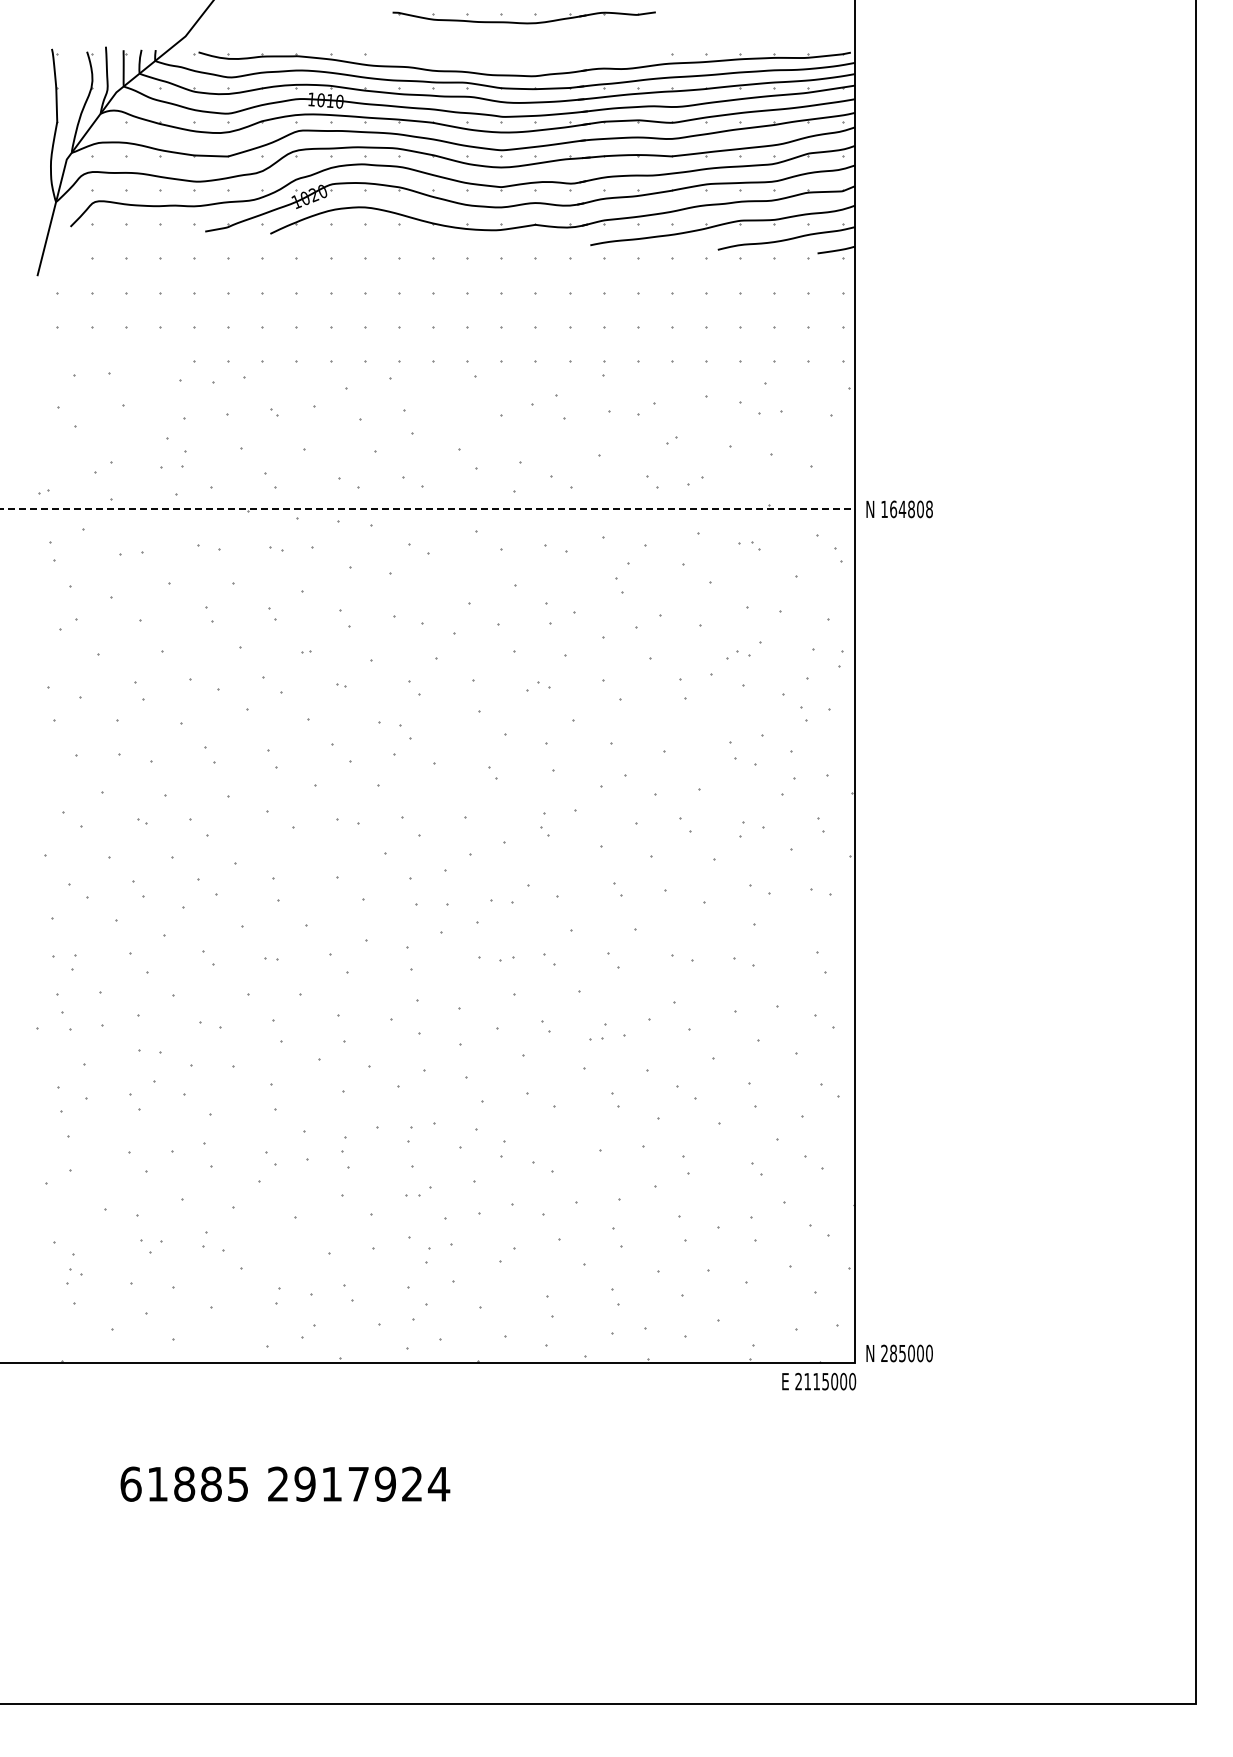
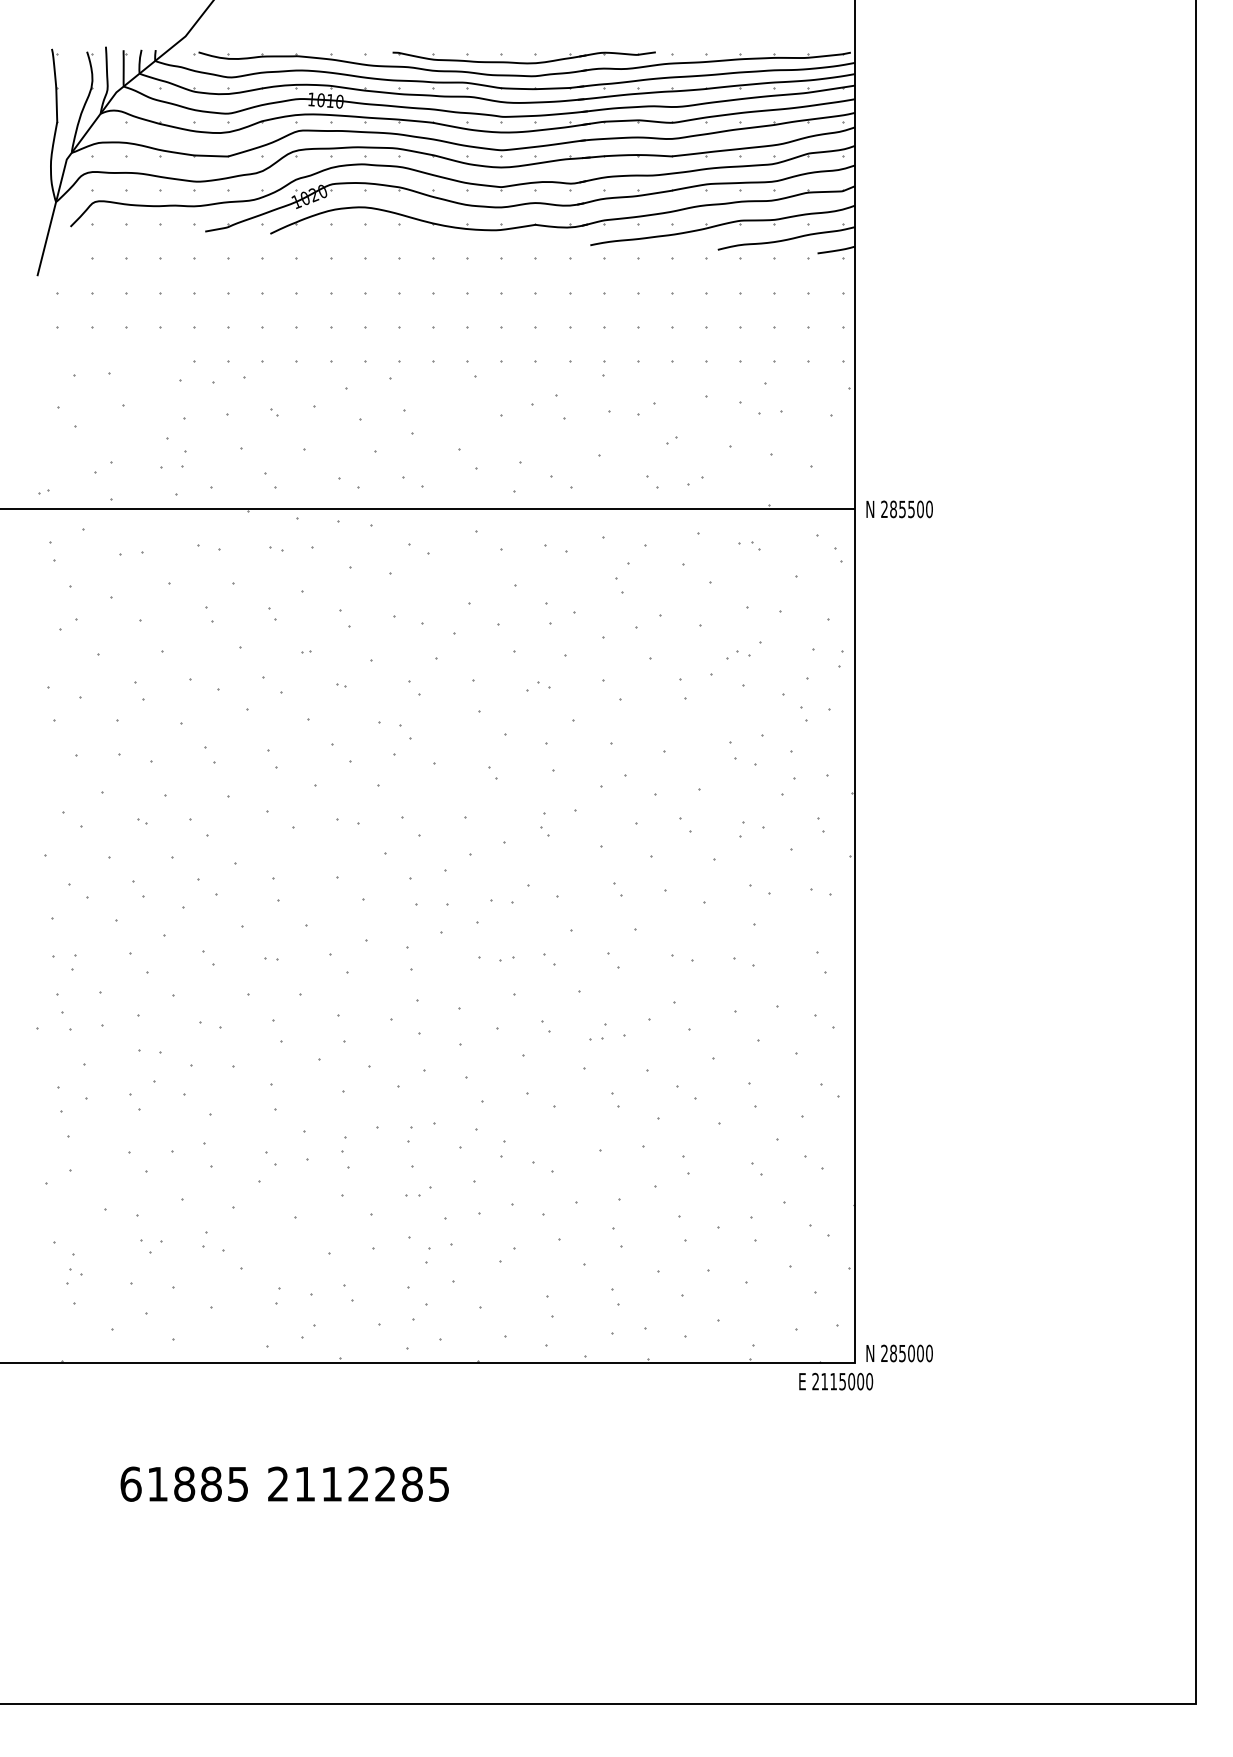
part at (523, 17) position: (523, 17) -> (523, 57)
line at (427, 509): dashed -> solid
text at (906, 509): 164808 -> 285500
text at (819, 1381) position: (819, 1381) -> (836, 1381)
text at (372, 1483): 2917924 -> 2112285
